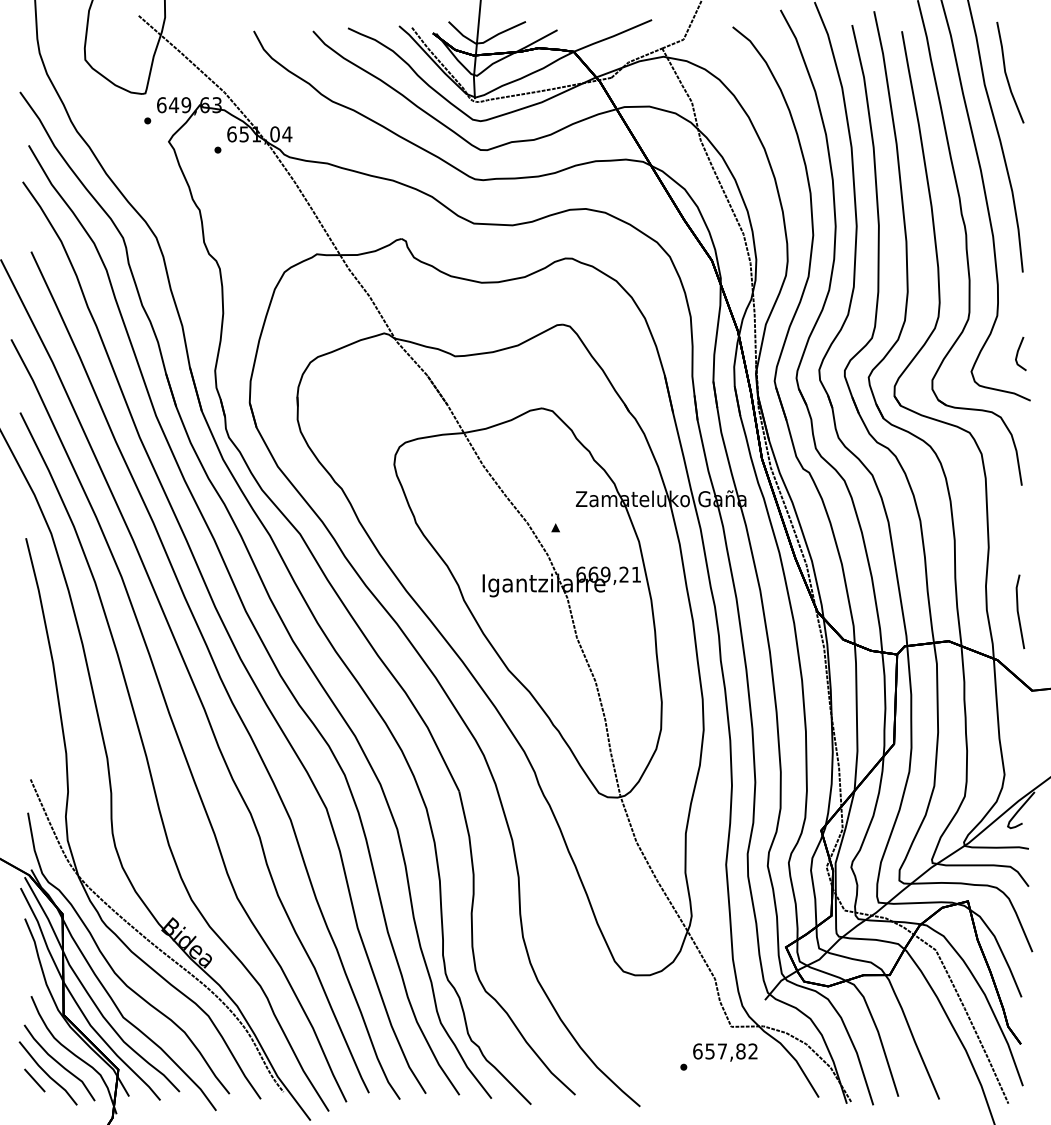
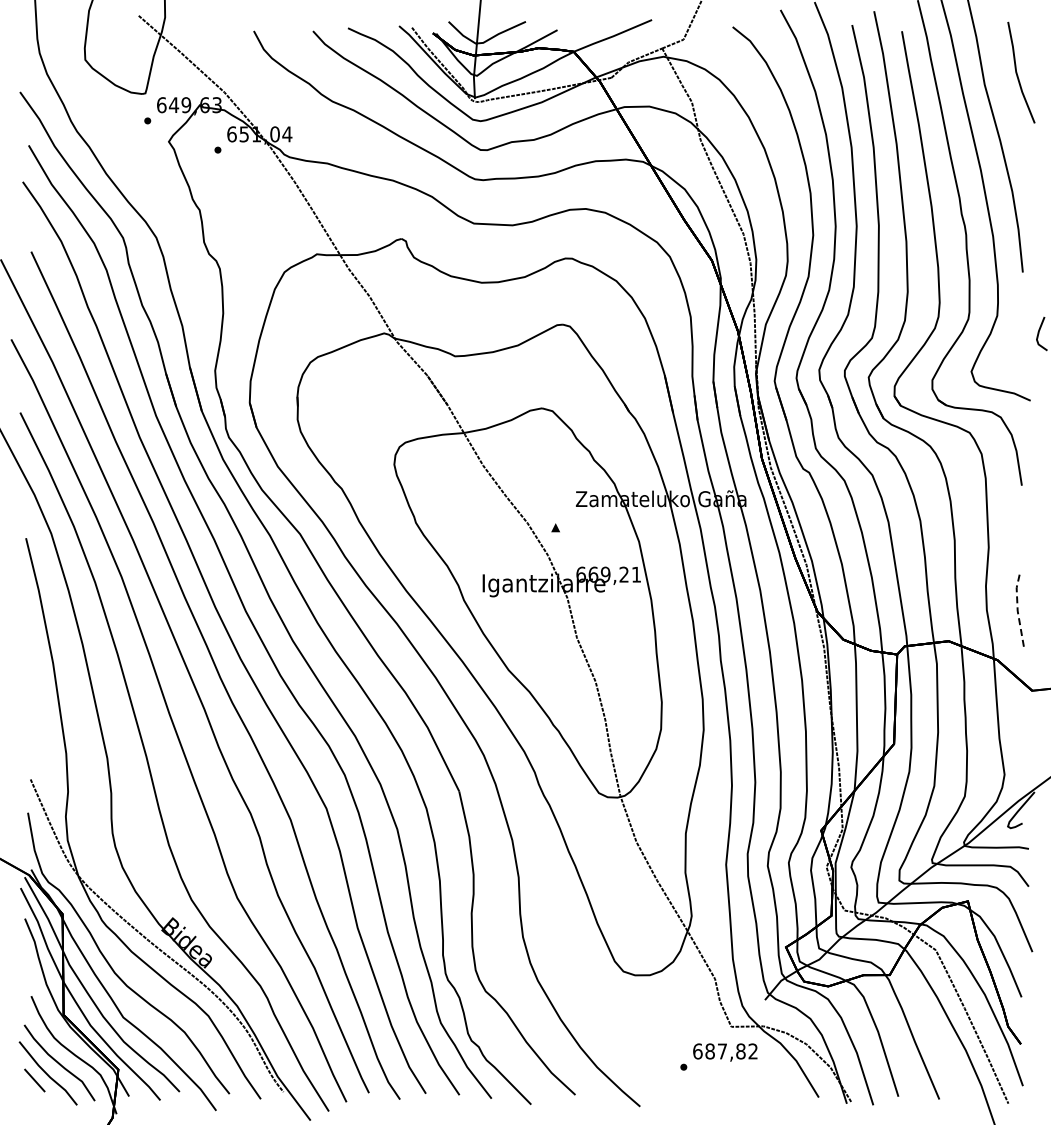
line at (1006, 72) position: (1006, 72) -> (1017, 72)
line at (1018, 354) position: (1018, 354) -> (1039, 334)
line at (1017, 610): solid -> dashed
text at (709, 1051): 657,82 -> 687,82
